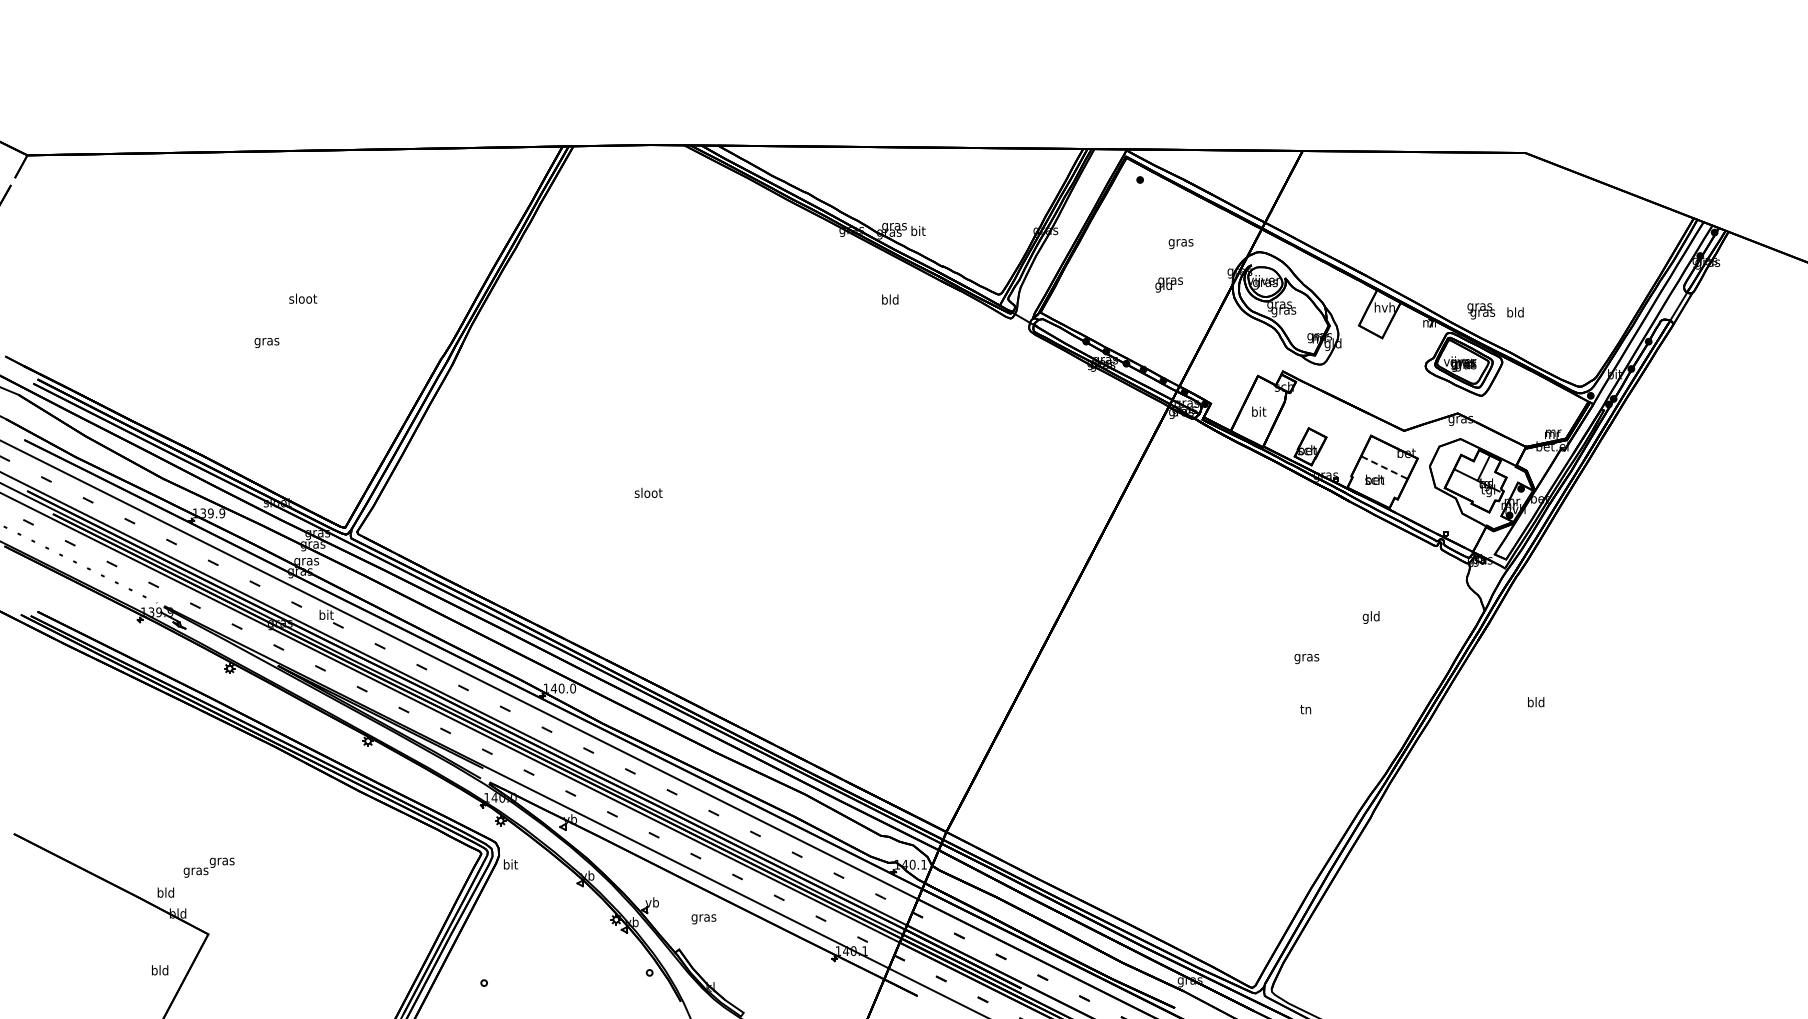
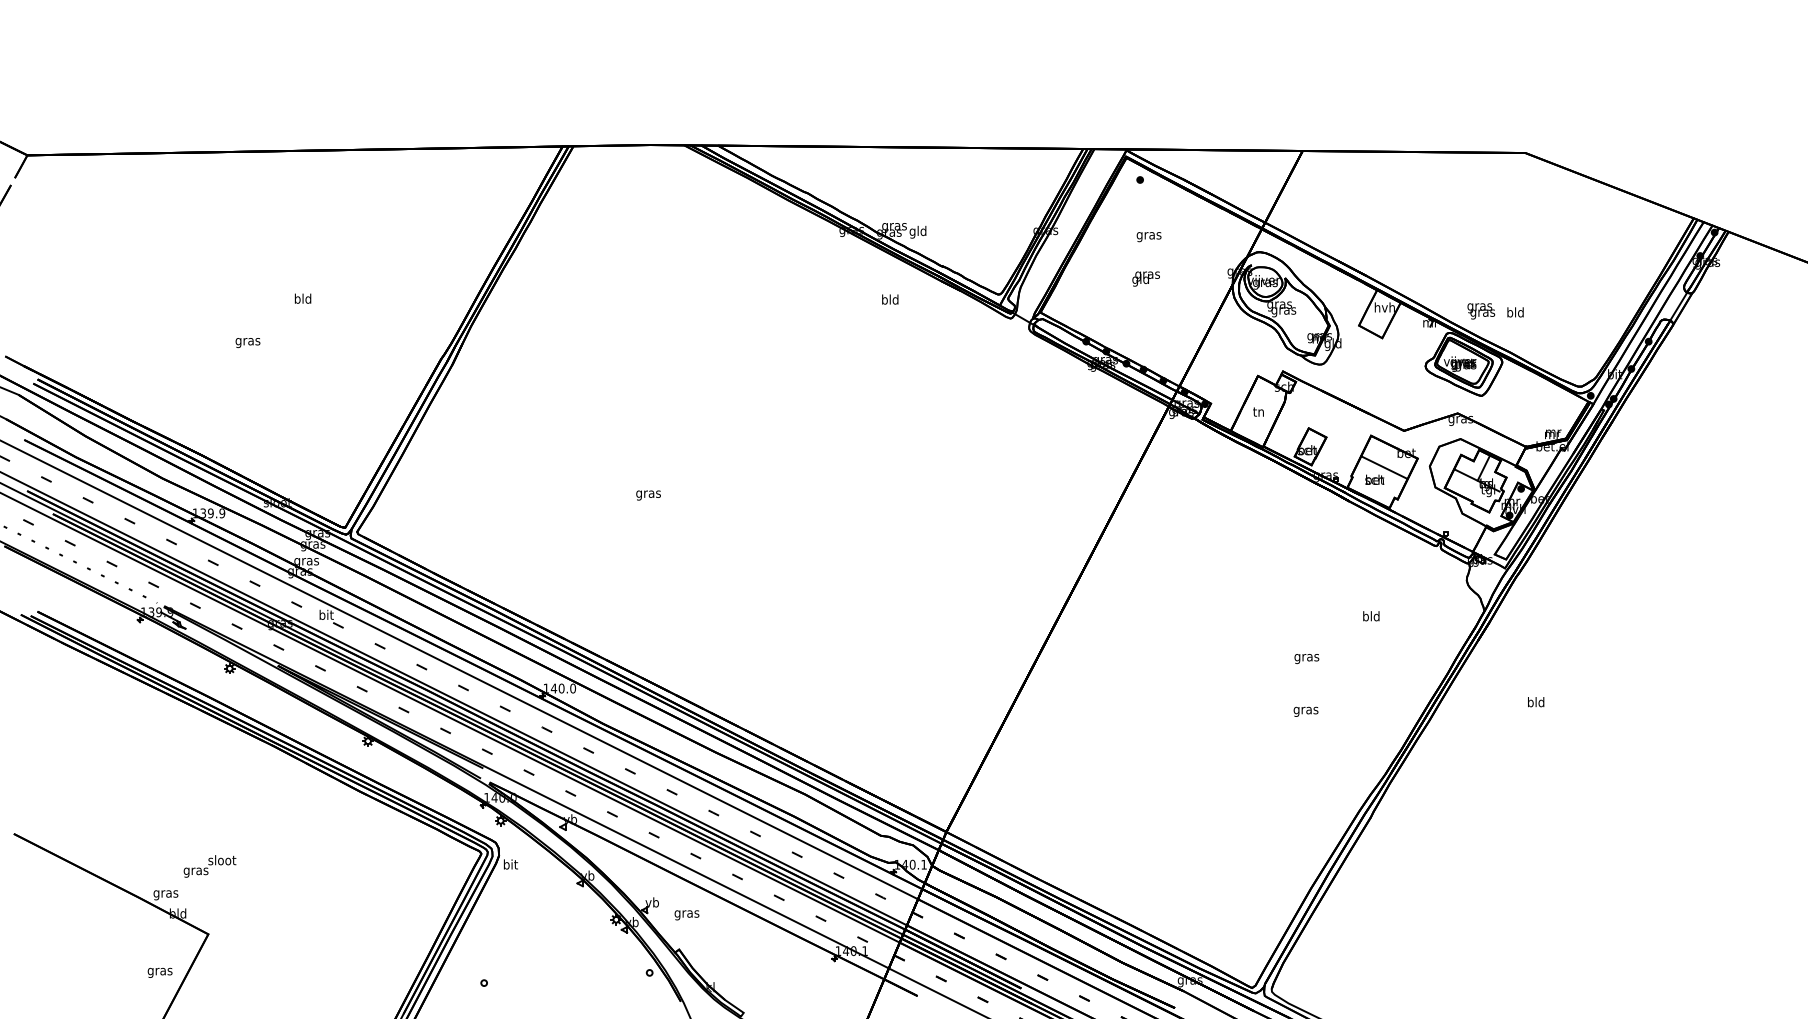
text at (917, 231): bit -> gld
text at (1180, 244) position: (1180, 244) -> (1148, 237)
text at (1168, 284) position: (1168, 284) -> (1145, 278)
text at (303, 298): sloot -> bld
text at (266, 343) position: (266, 343) -> (247, 343)
text at (1259, 411): bit -> tn
line at (1384, 467): dashed -> solid
text at (648, 493): sloot -> gras
text at (1365, 617): gld -> bld
text at (1305, 710): tn -> gras
text at (222, 861): gras -> sloot
text at (165, 893): bld -> gras
text at (703, 919) position: (703, 919) -> (686, 915)
text at (159, 971): bld -> gras
